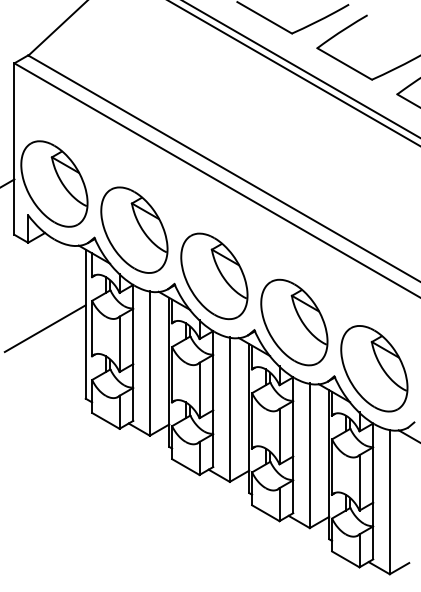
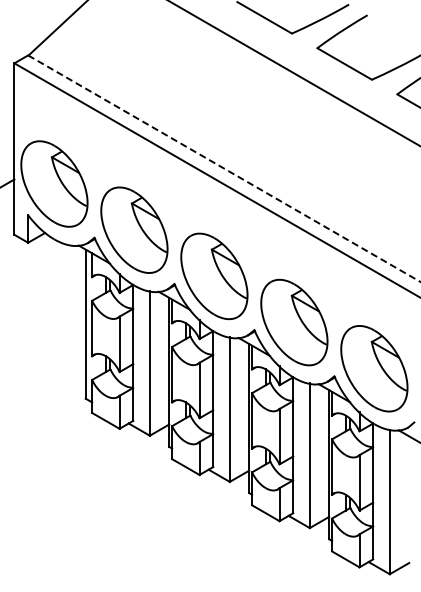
line at (301, 69): present -> none
line at (224, 168): solid -> dashed
line at (44, 328): present -> none
